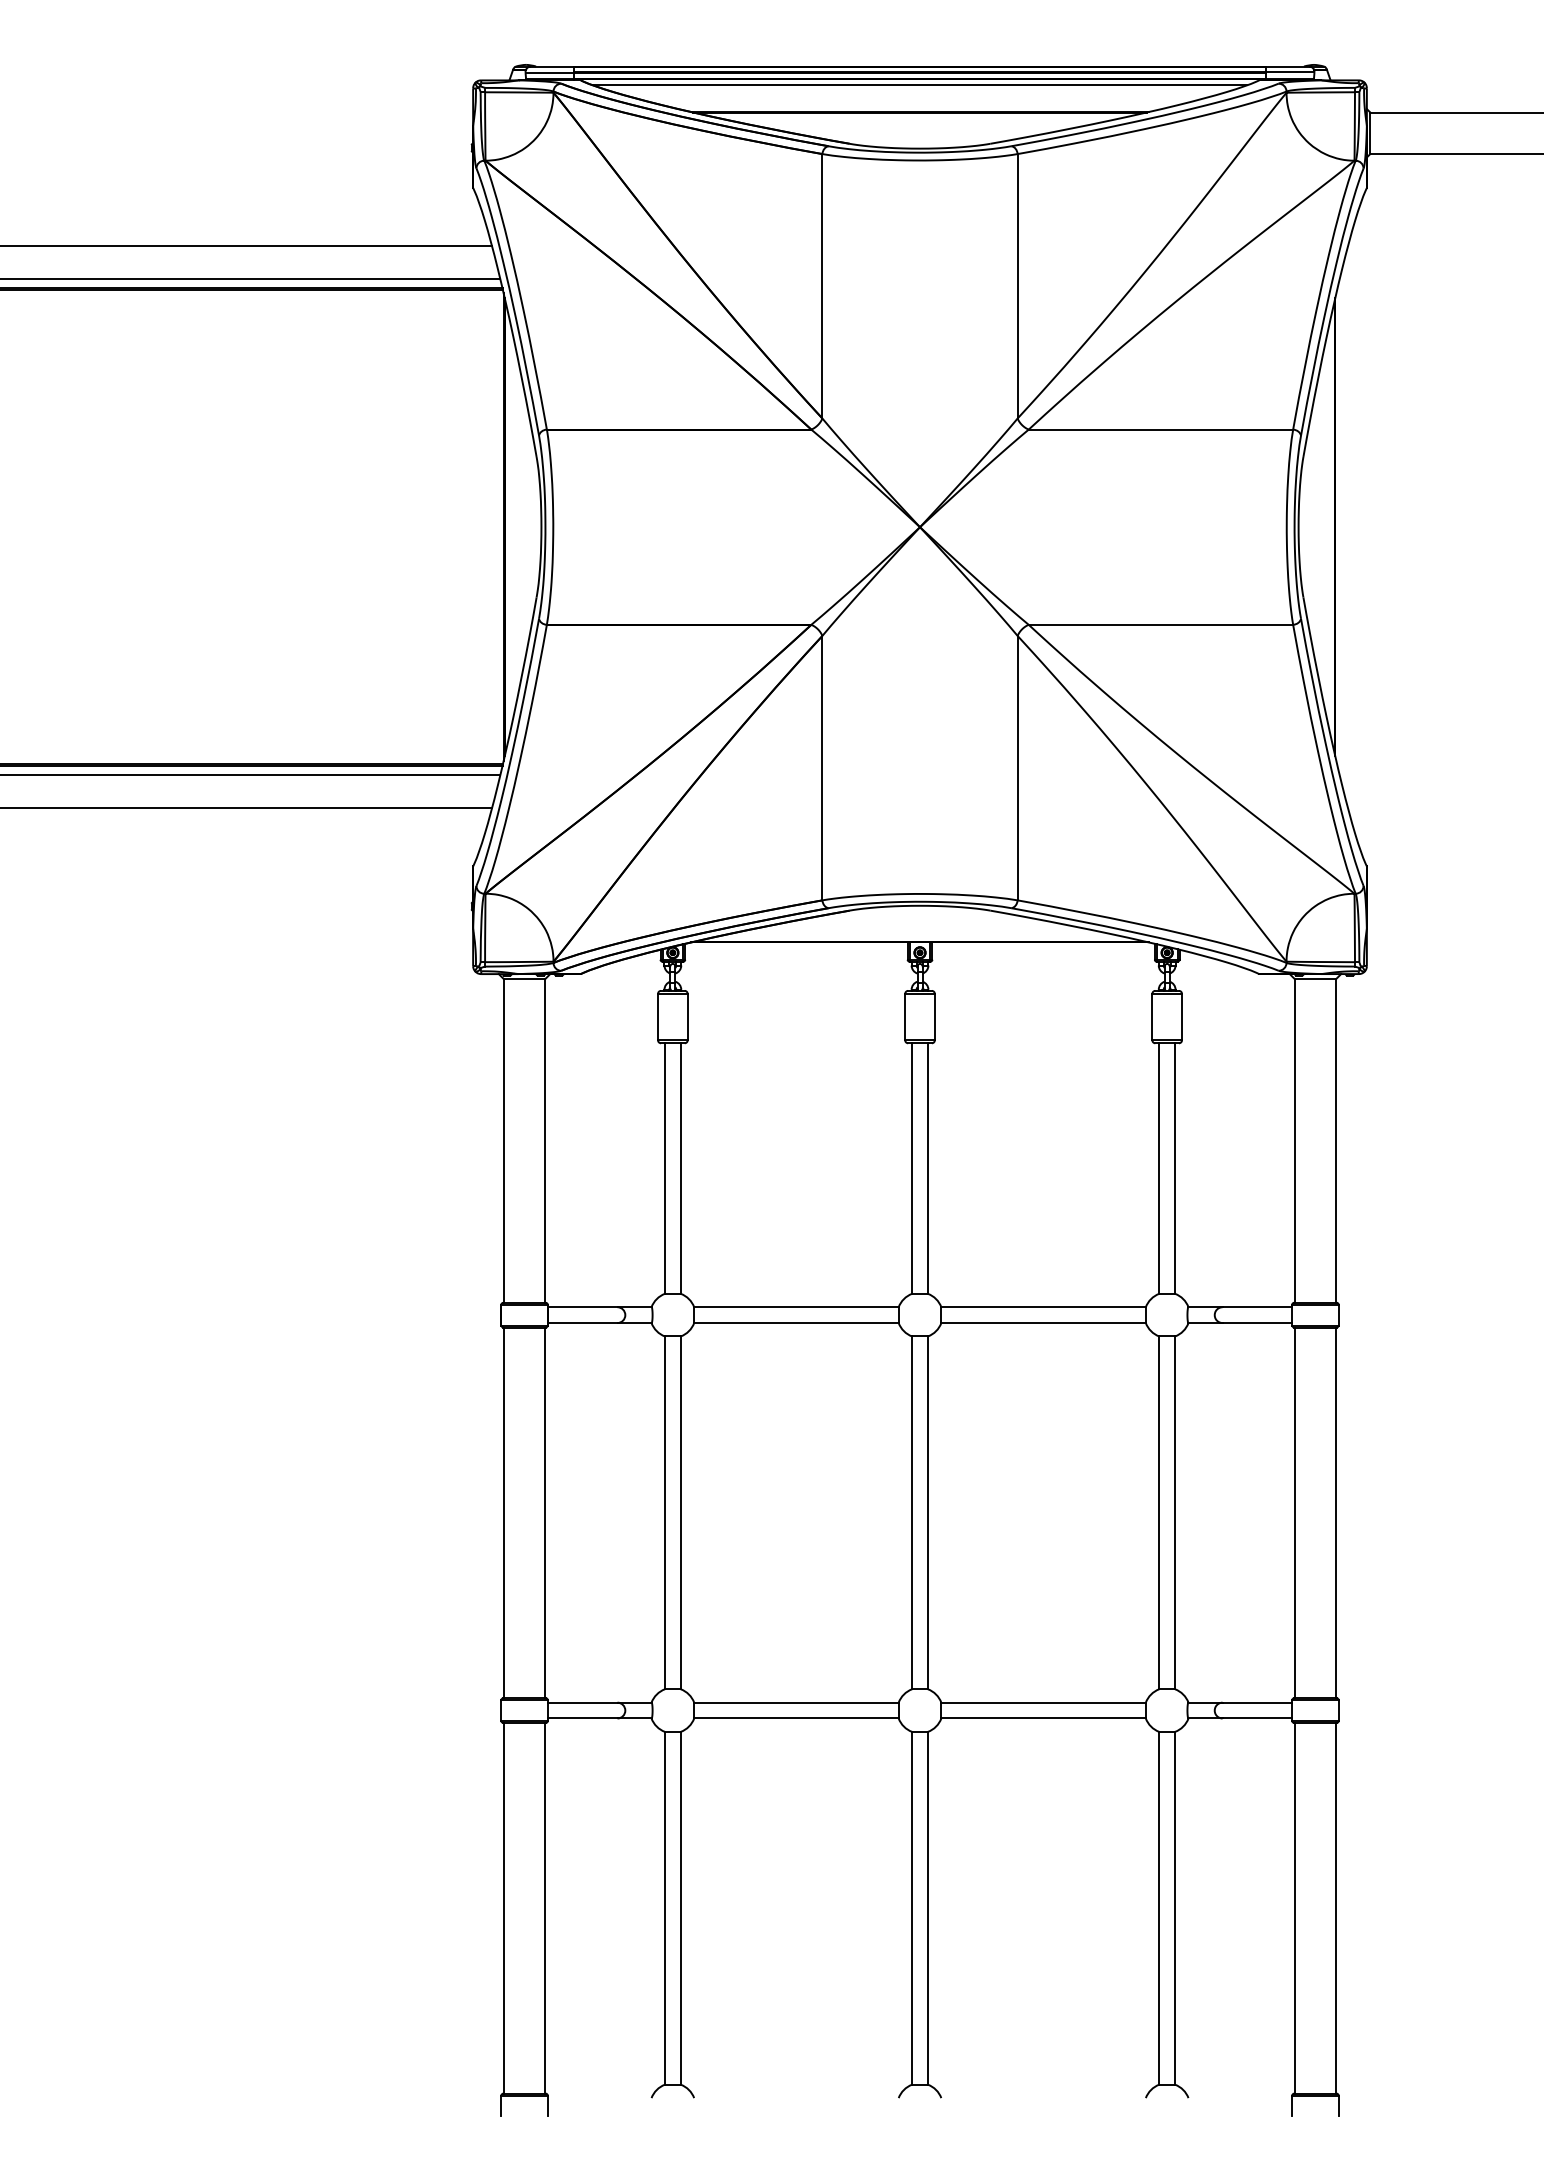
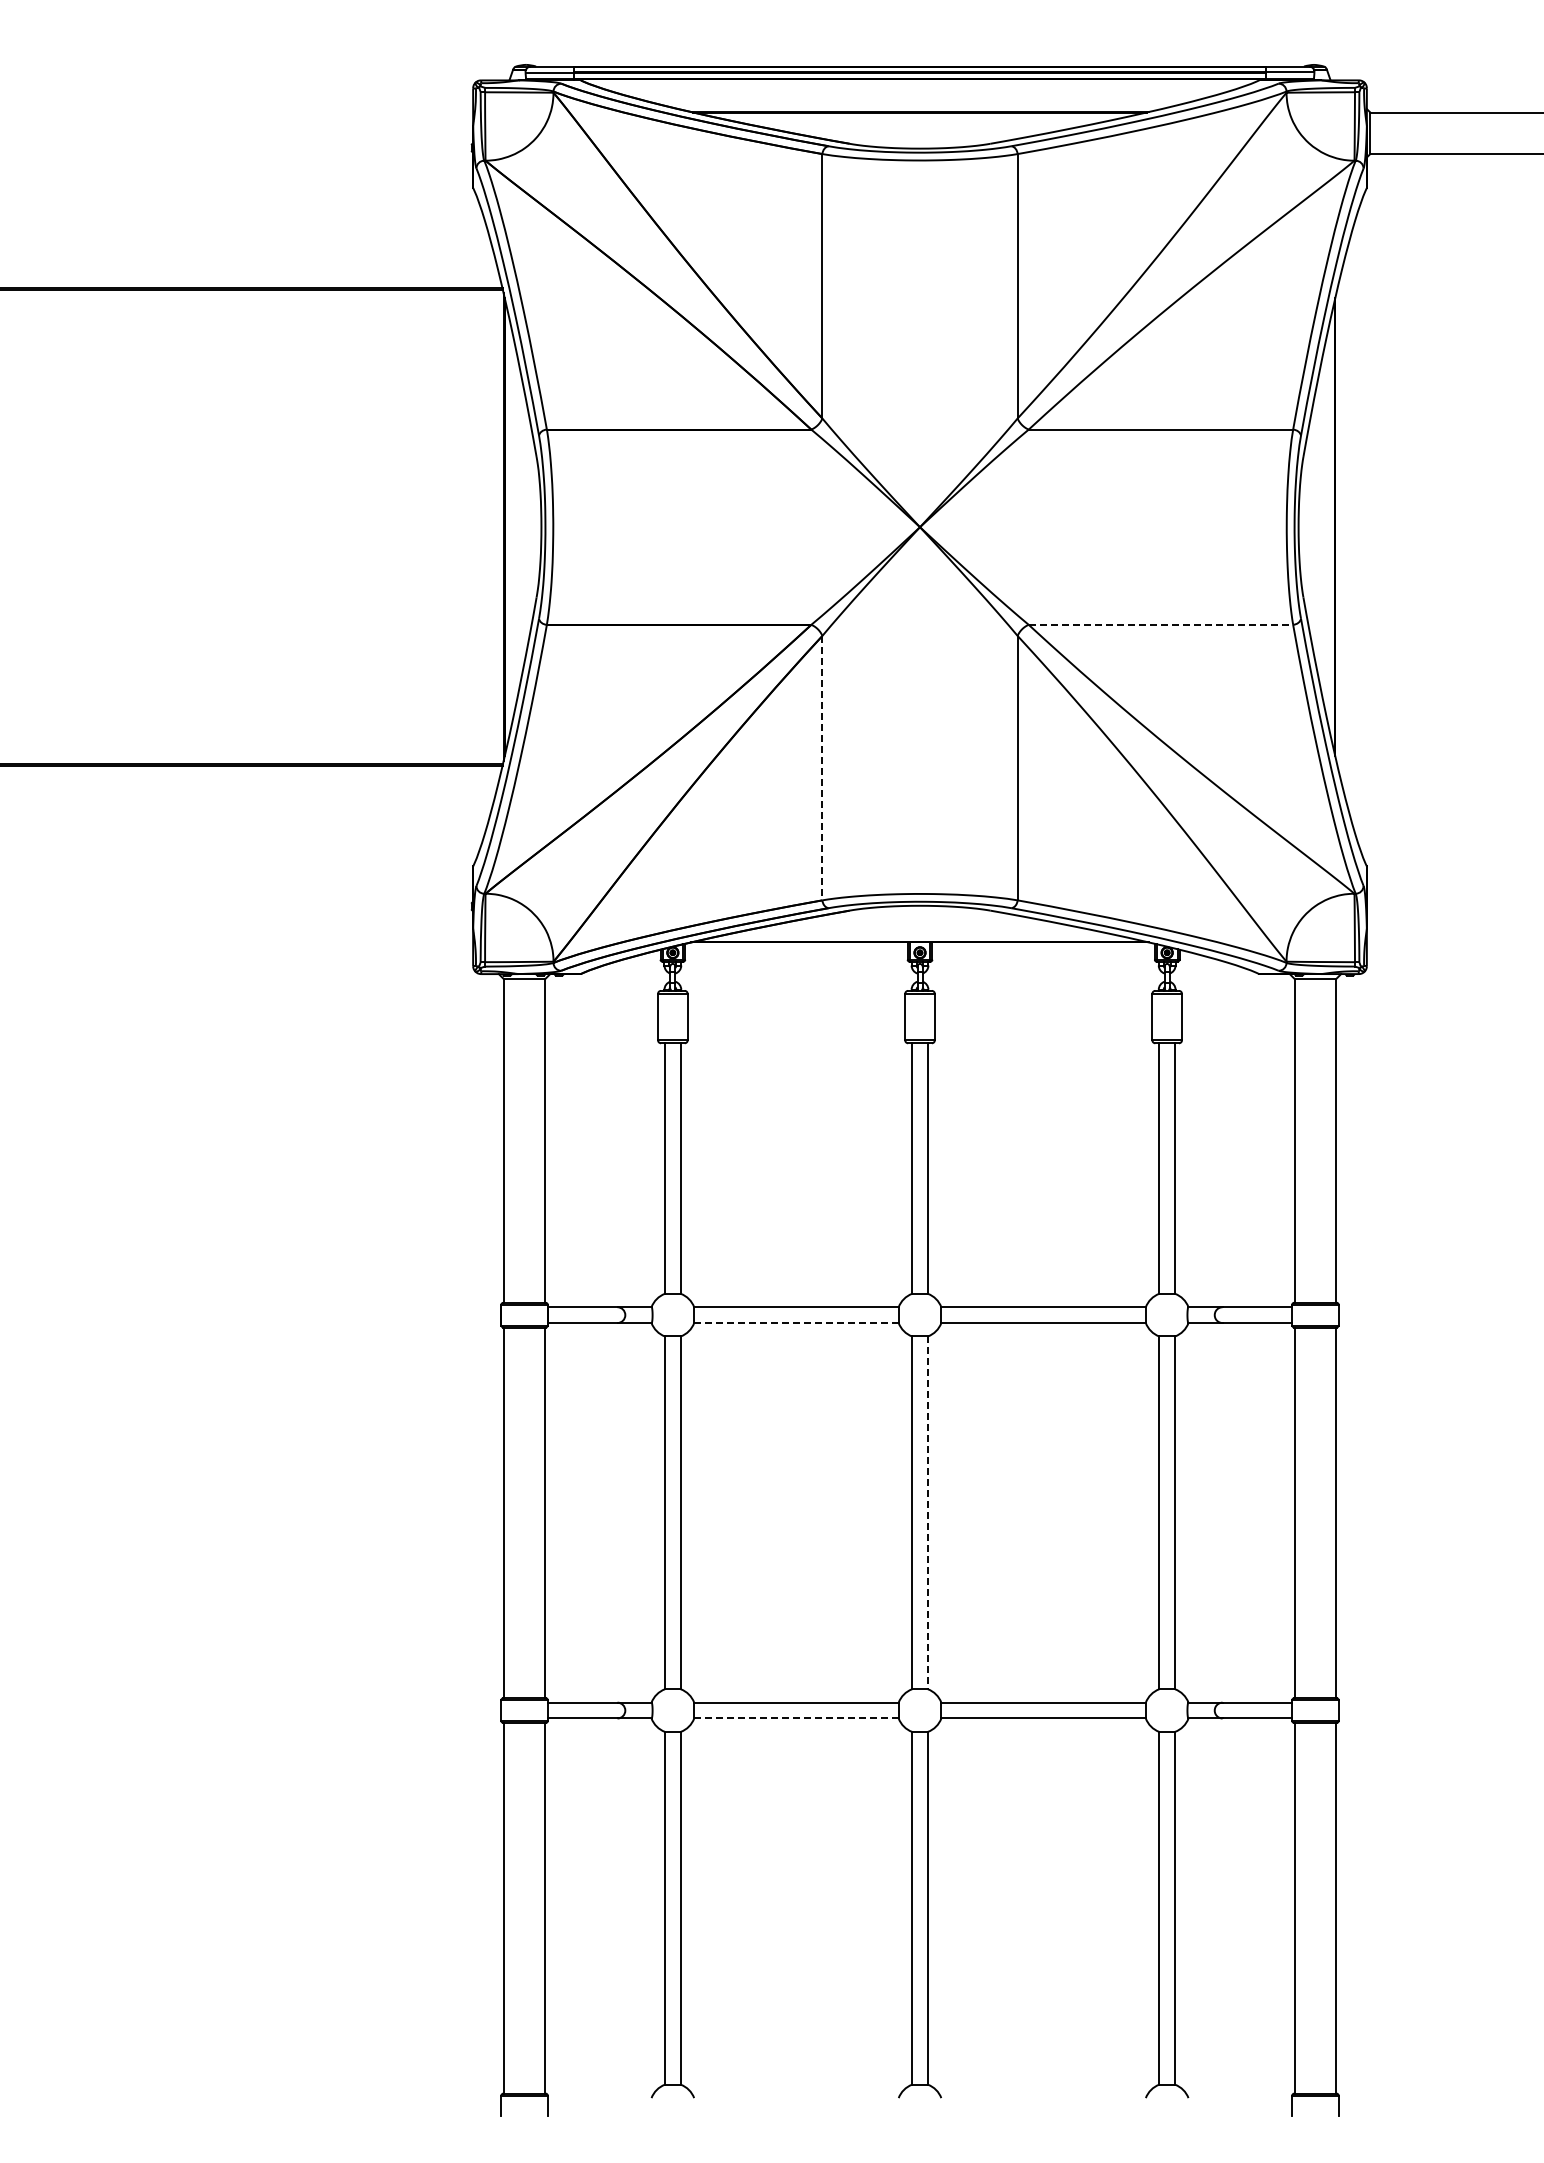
line at (919, 85): present -> none
line at (247, 246): present -> none
line at (251, 279): present -> none
line at (1161, 624): solid -> dashed
line at (822, 768): solid -> dashed
line at (251, 775): present -> none
line at (247, 808): present -> none
line at (795, 1323): solid -> dashed
line at (927, 1513): solid -> dashed
line at (795, 1718): solid -> dashed
